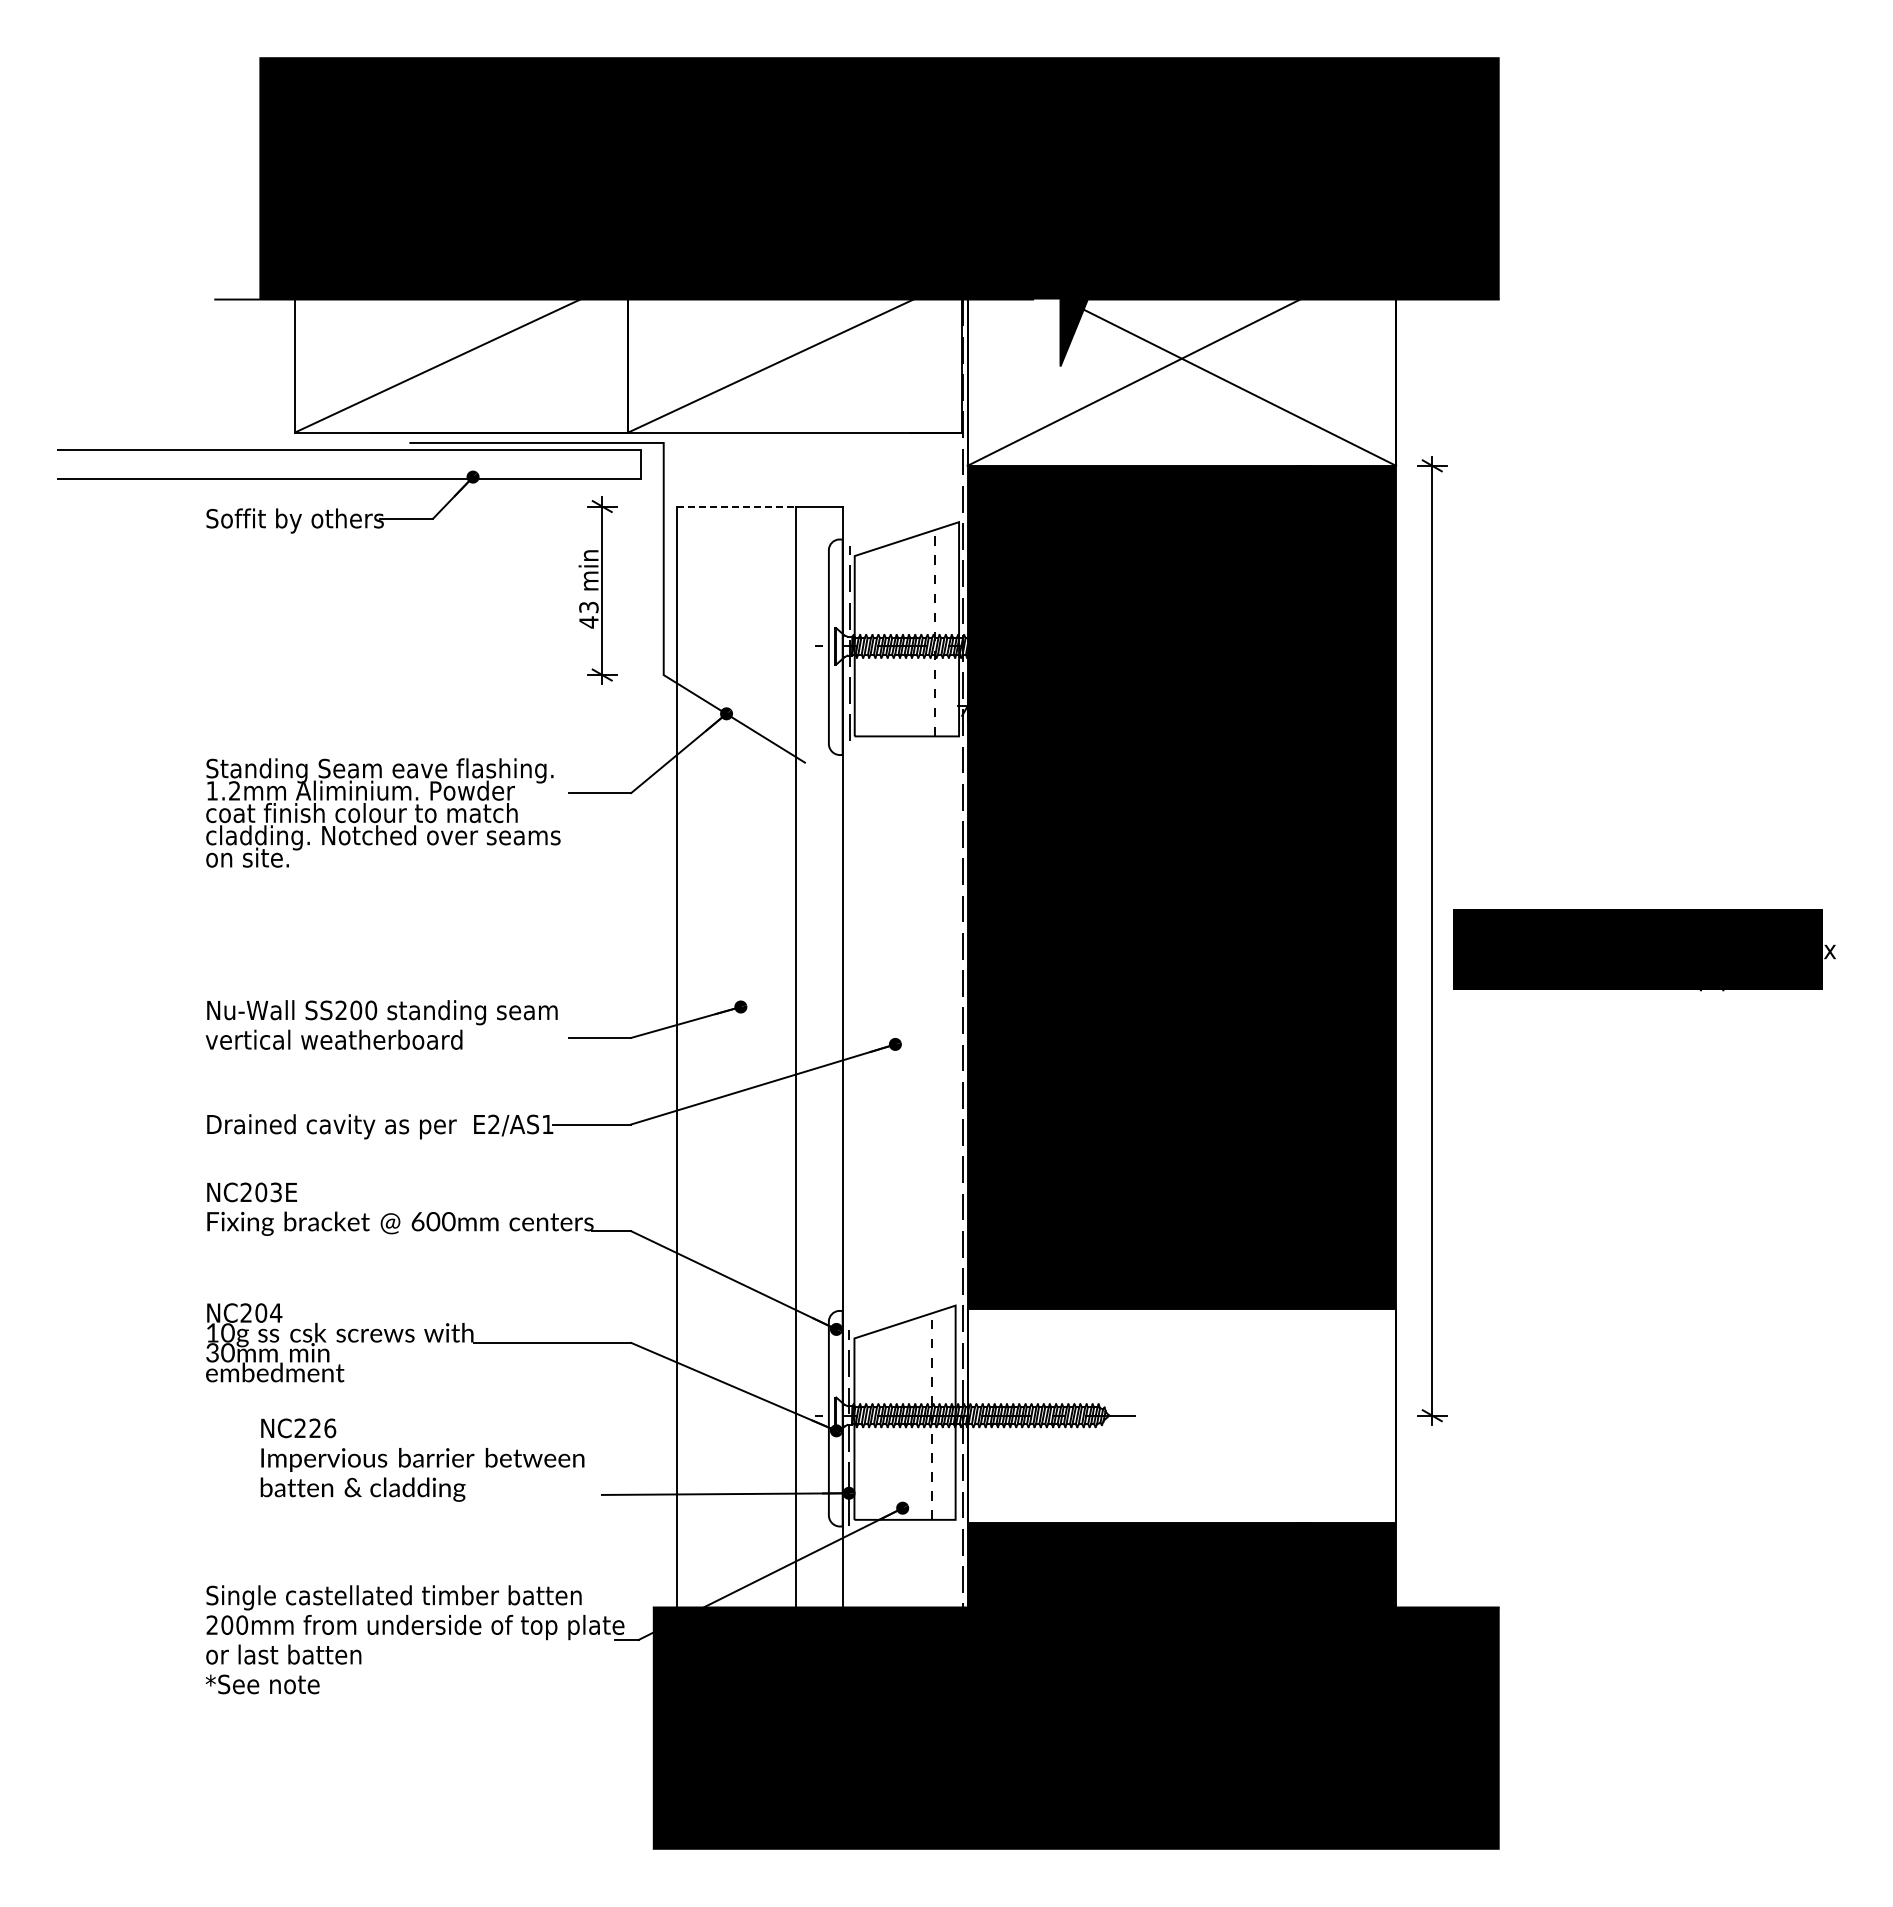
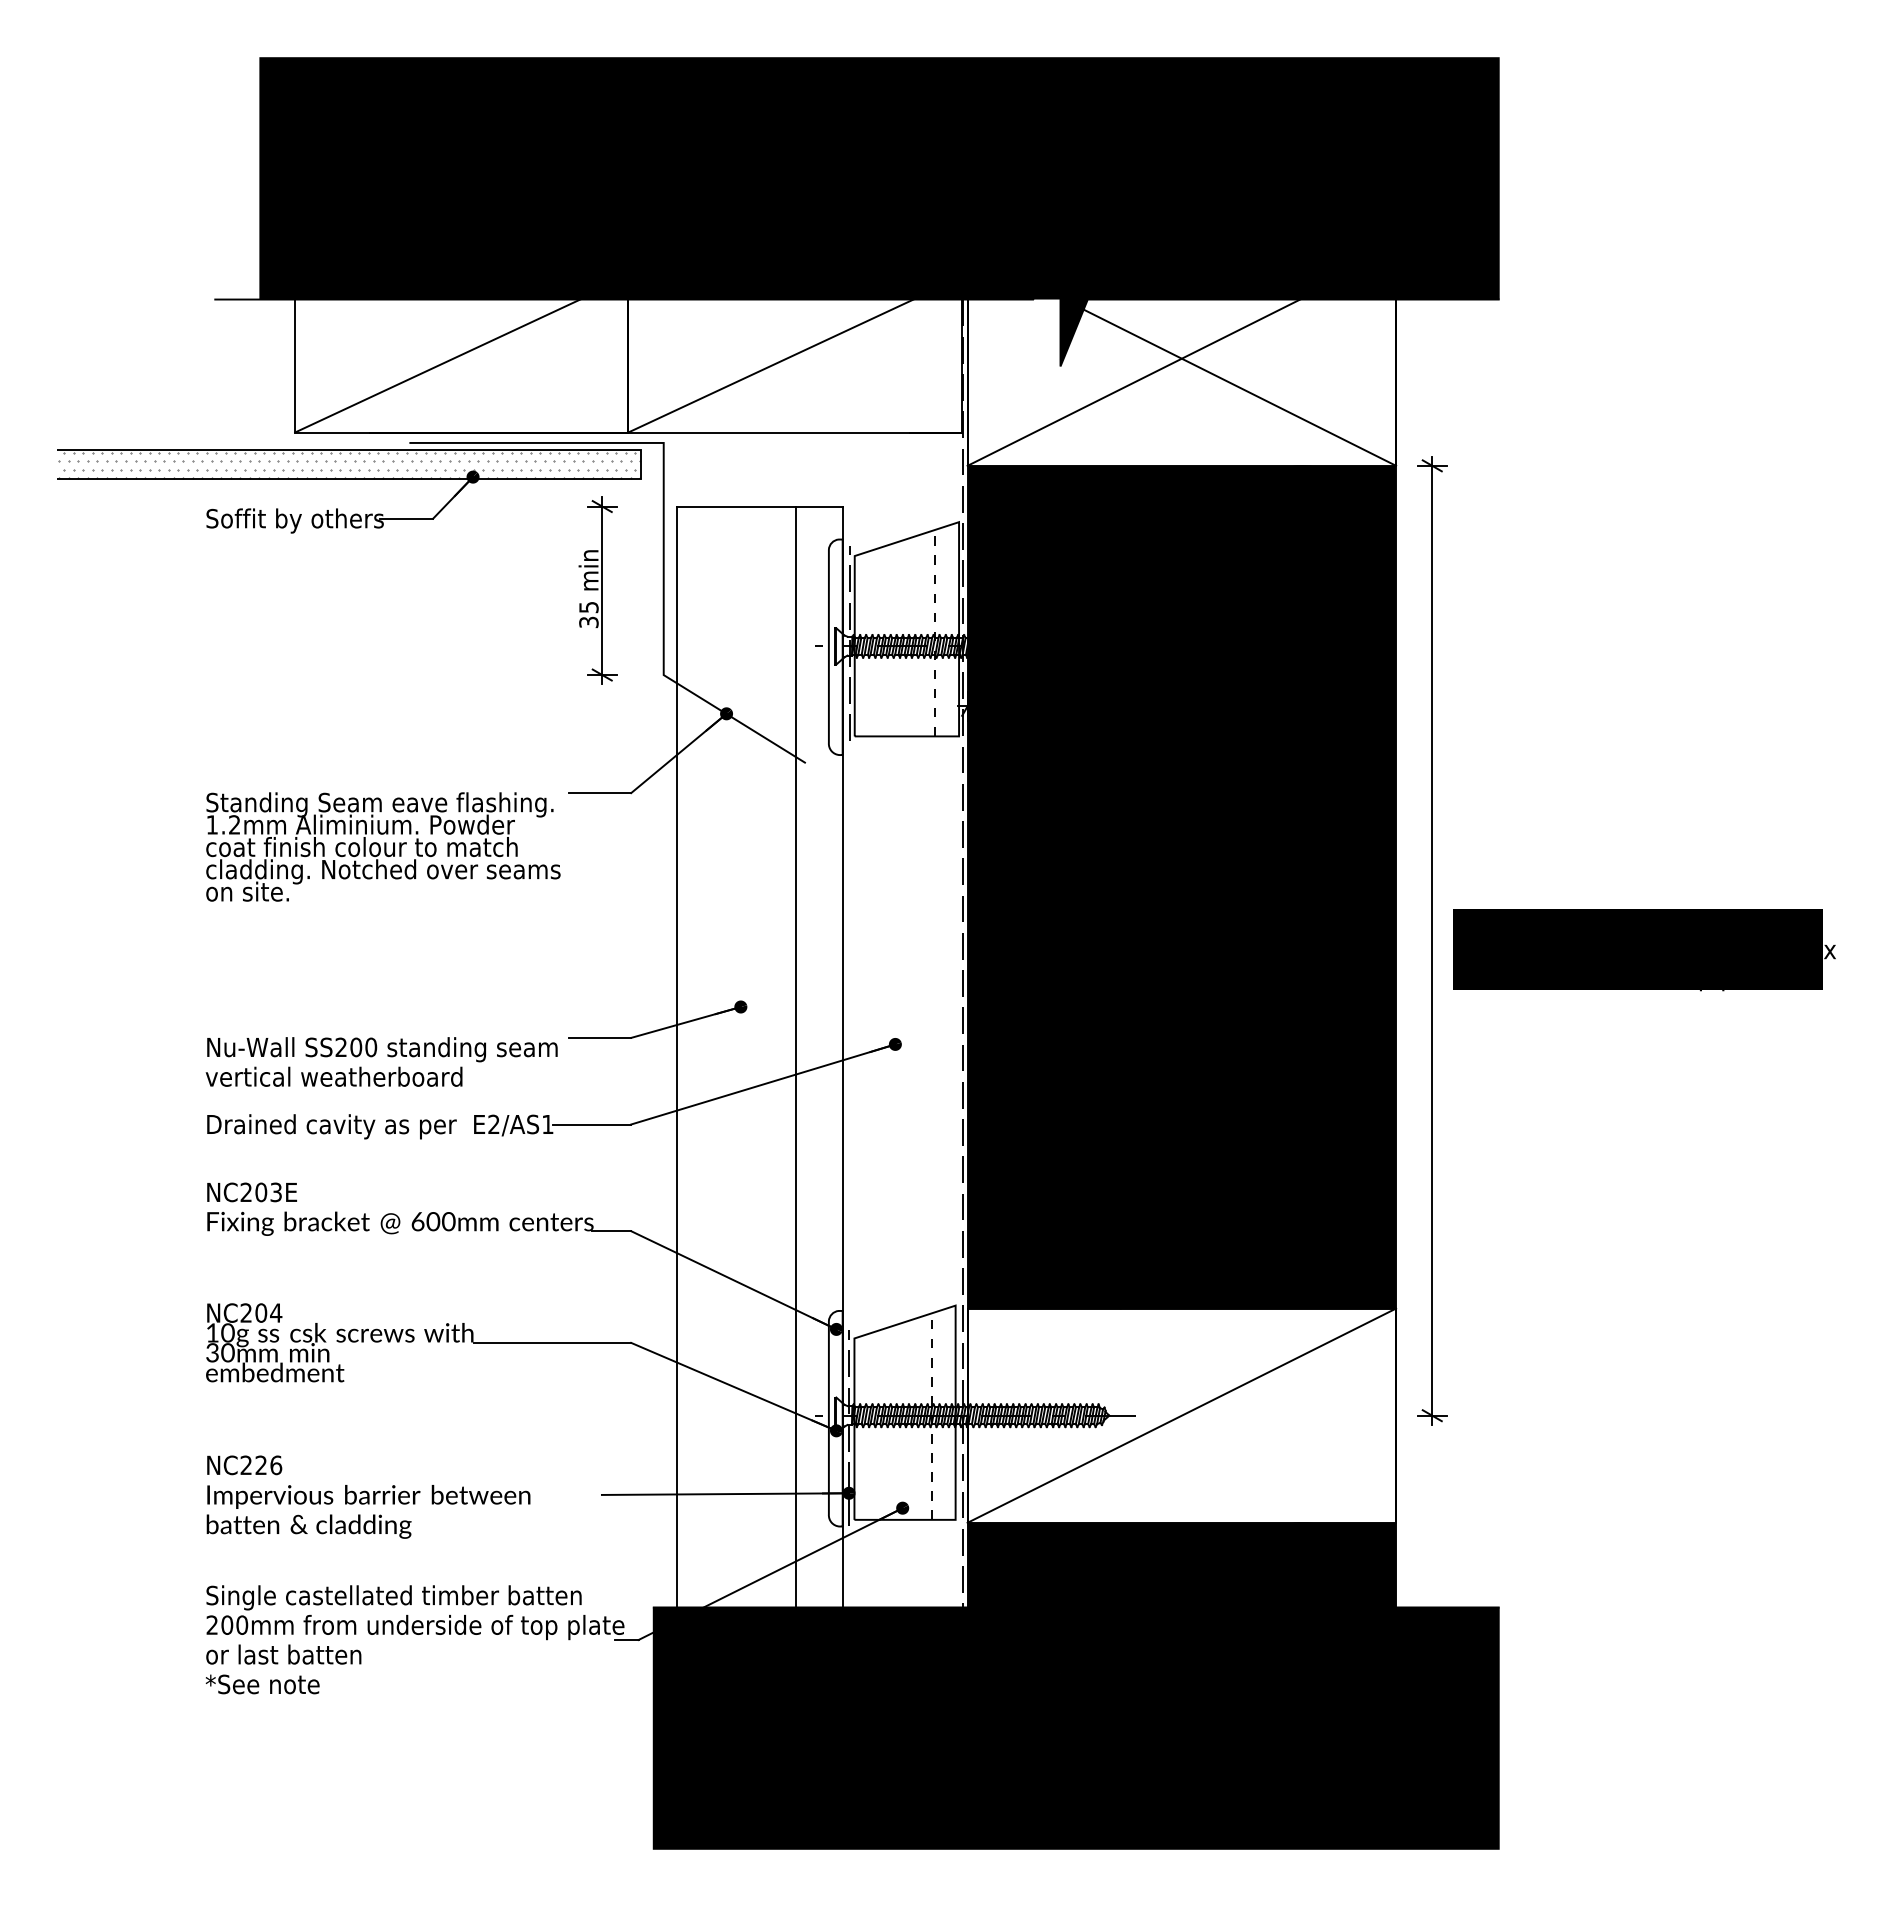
hatch at (349, 465): none -> present
line at (736, 506): dashed -> solid
text at (588, 614): 43 -> 35
text at (383, 812) position: (383, 812) -> (383, 846)
text at (381, 1024) position: (381, 1024) -> (381, 1061)
line at (1181, 1415): none -> present
text at (422, 1459) position: (422, 1459) -> (368, 1496)
